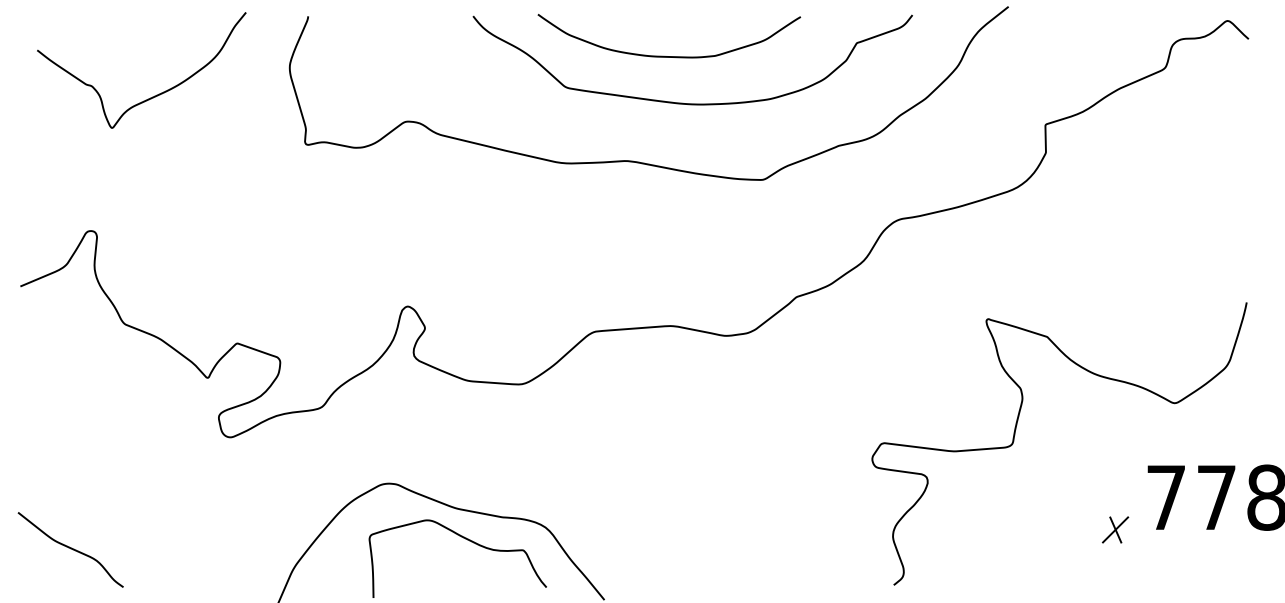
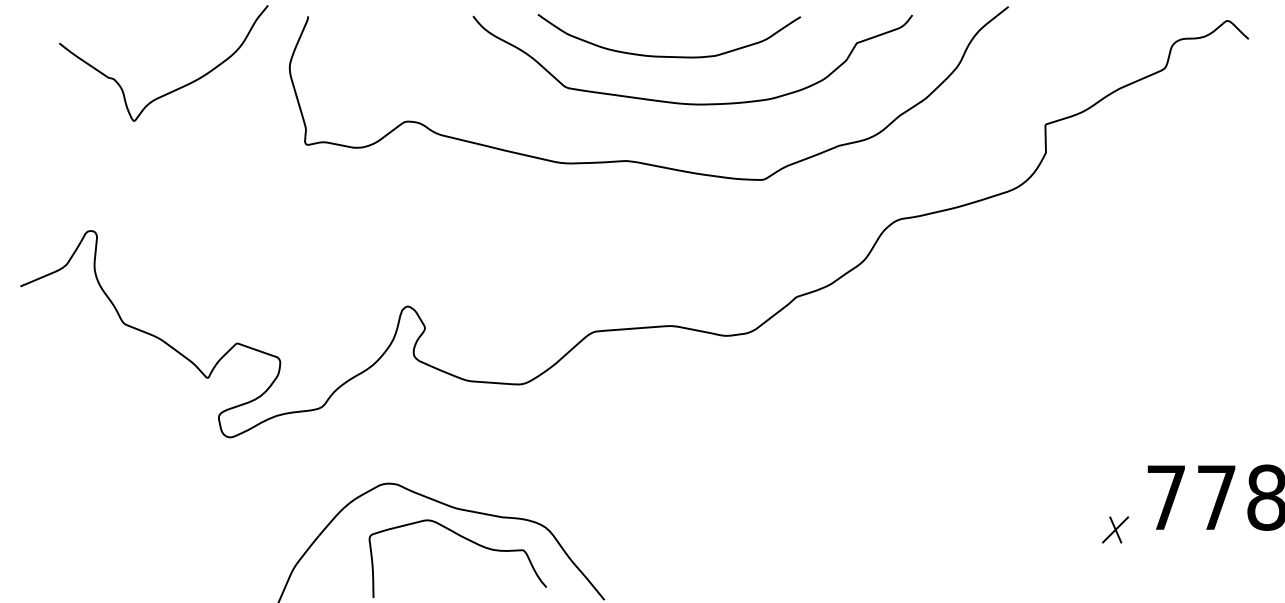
curve at (154, 95) position: (154, 95) -> (176, 88)
curve at (1015, 435): present -> none
curve at (70, 549): present -> none
